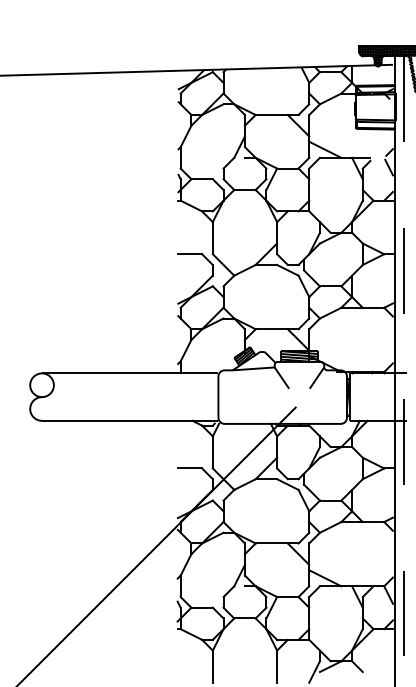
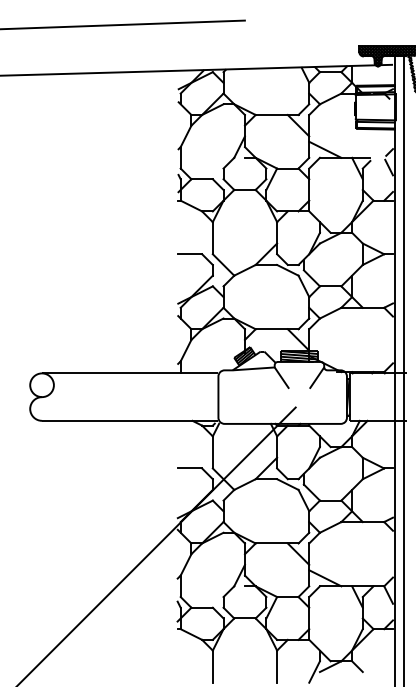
line at (123, 24): none -> present
line at (403, 371): dashed -> solid
